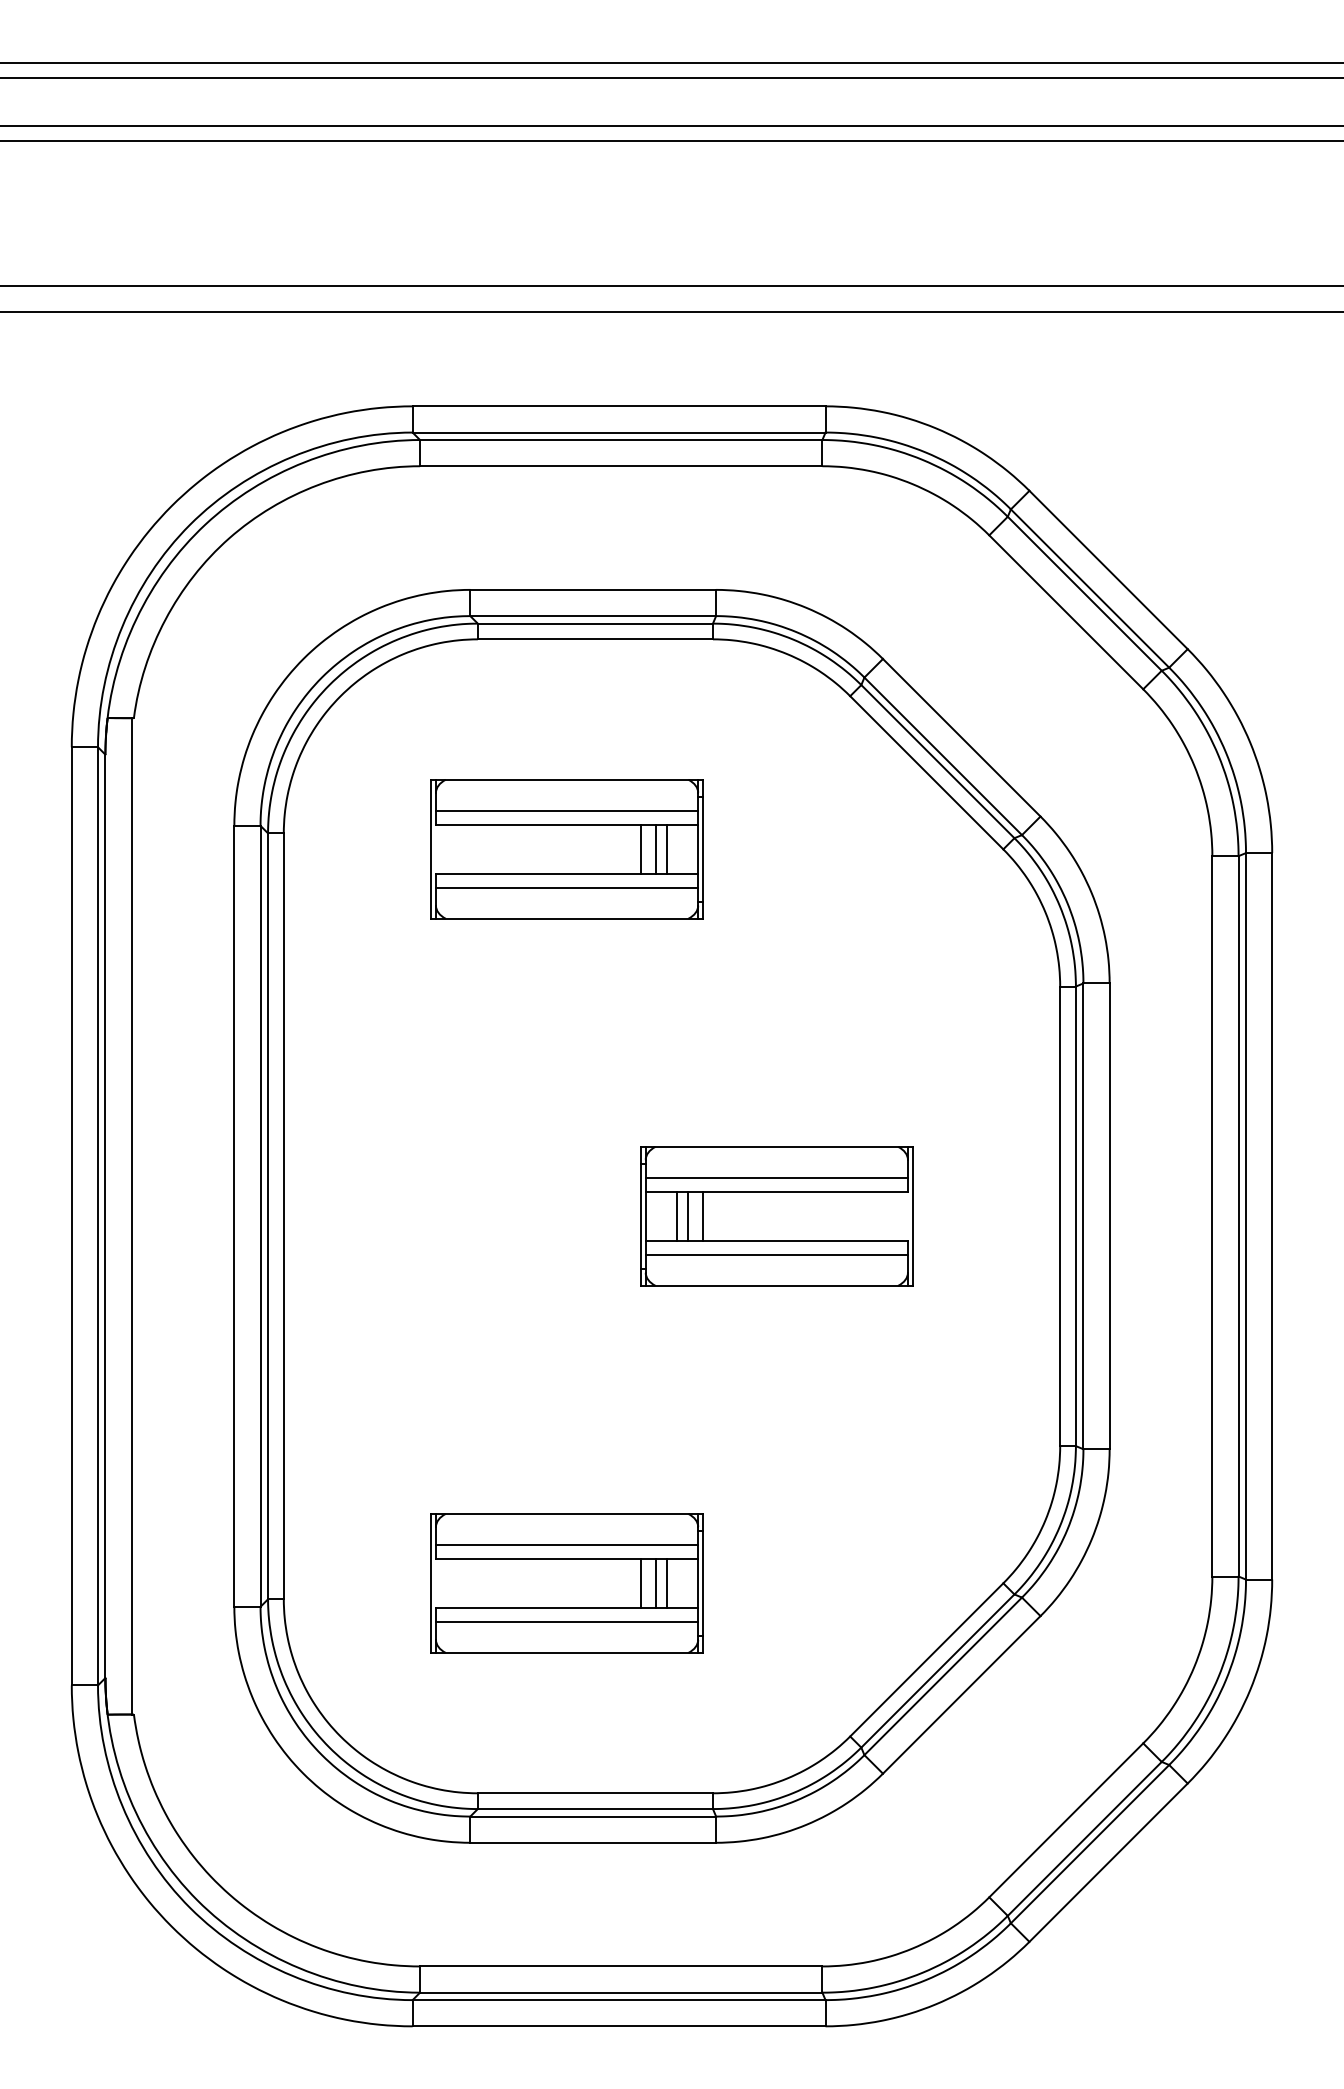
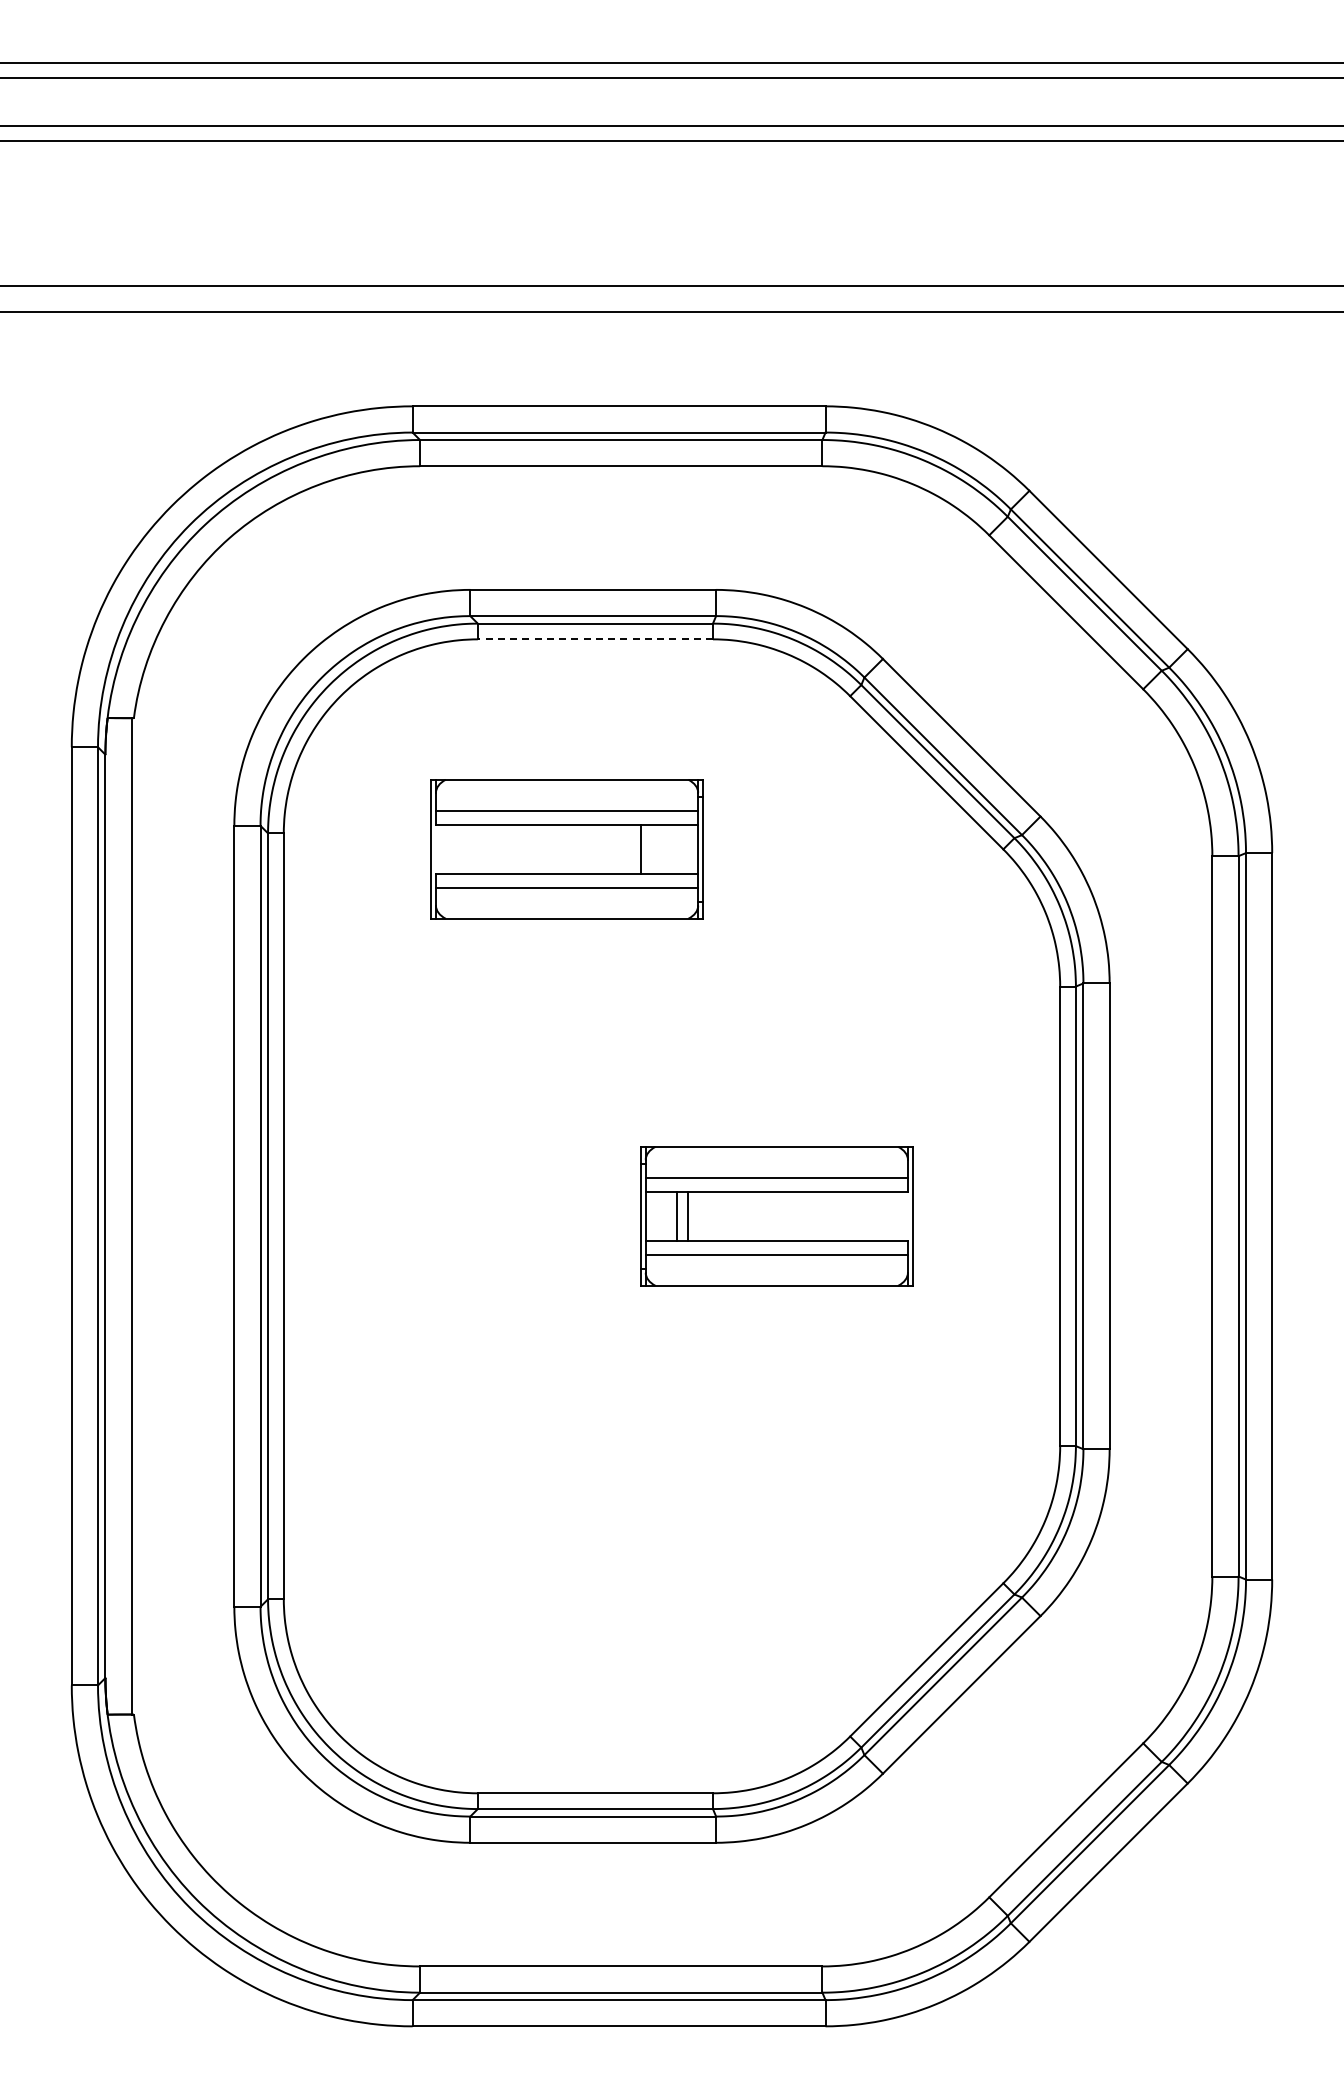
line at (595, 639): solid -> dashed
line at (656, 848): present -> none
line at (666, 848): present -> none
line at (703, 1215): present -> none
part at (566, 1583): present -> none
